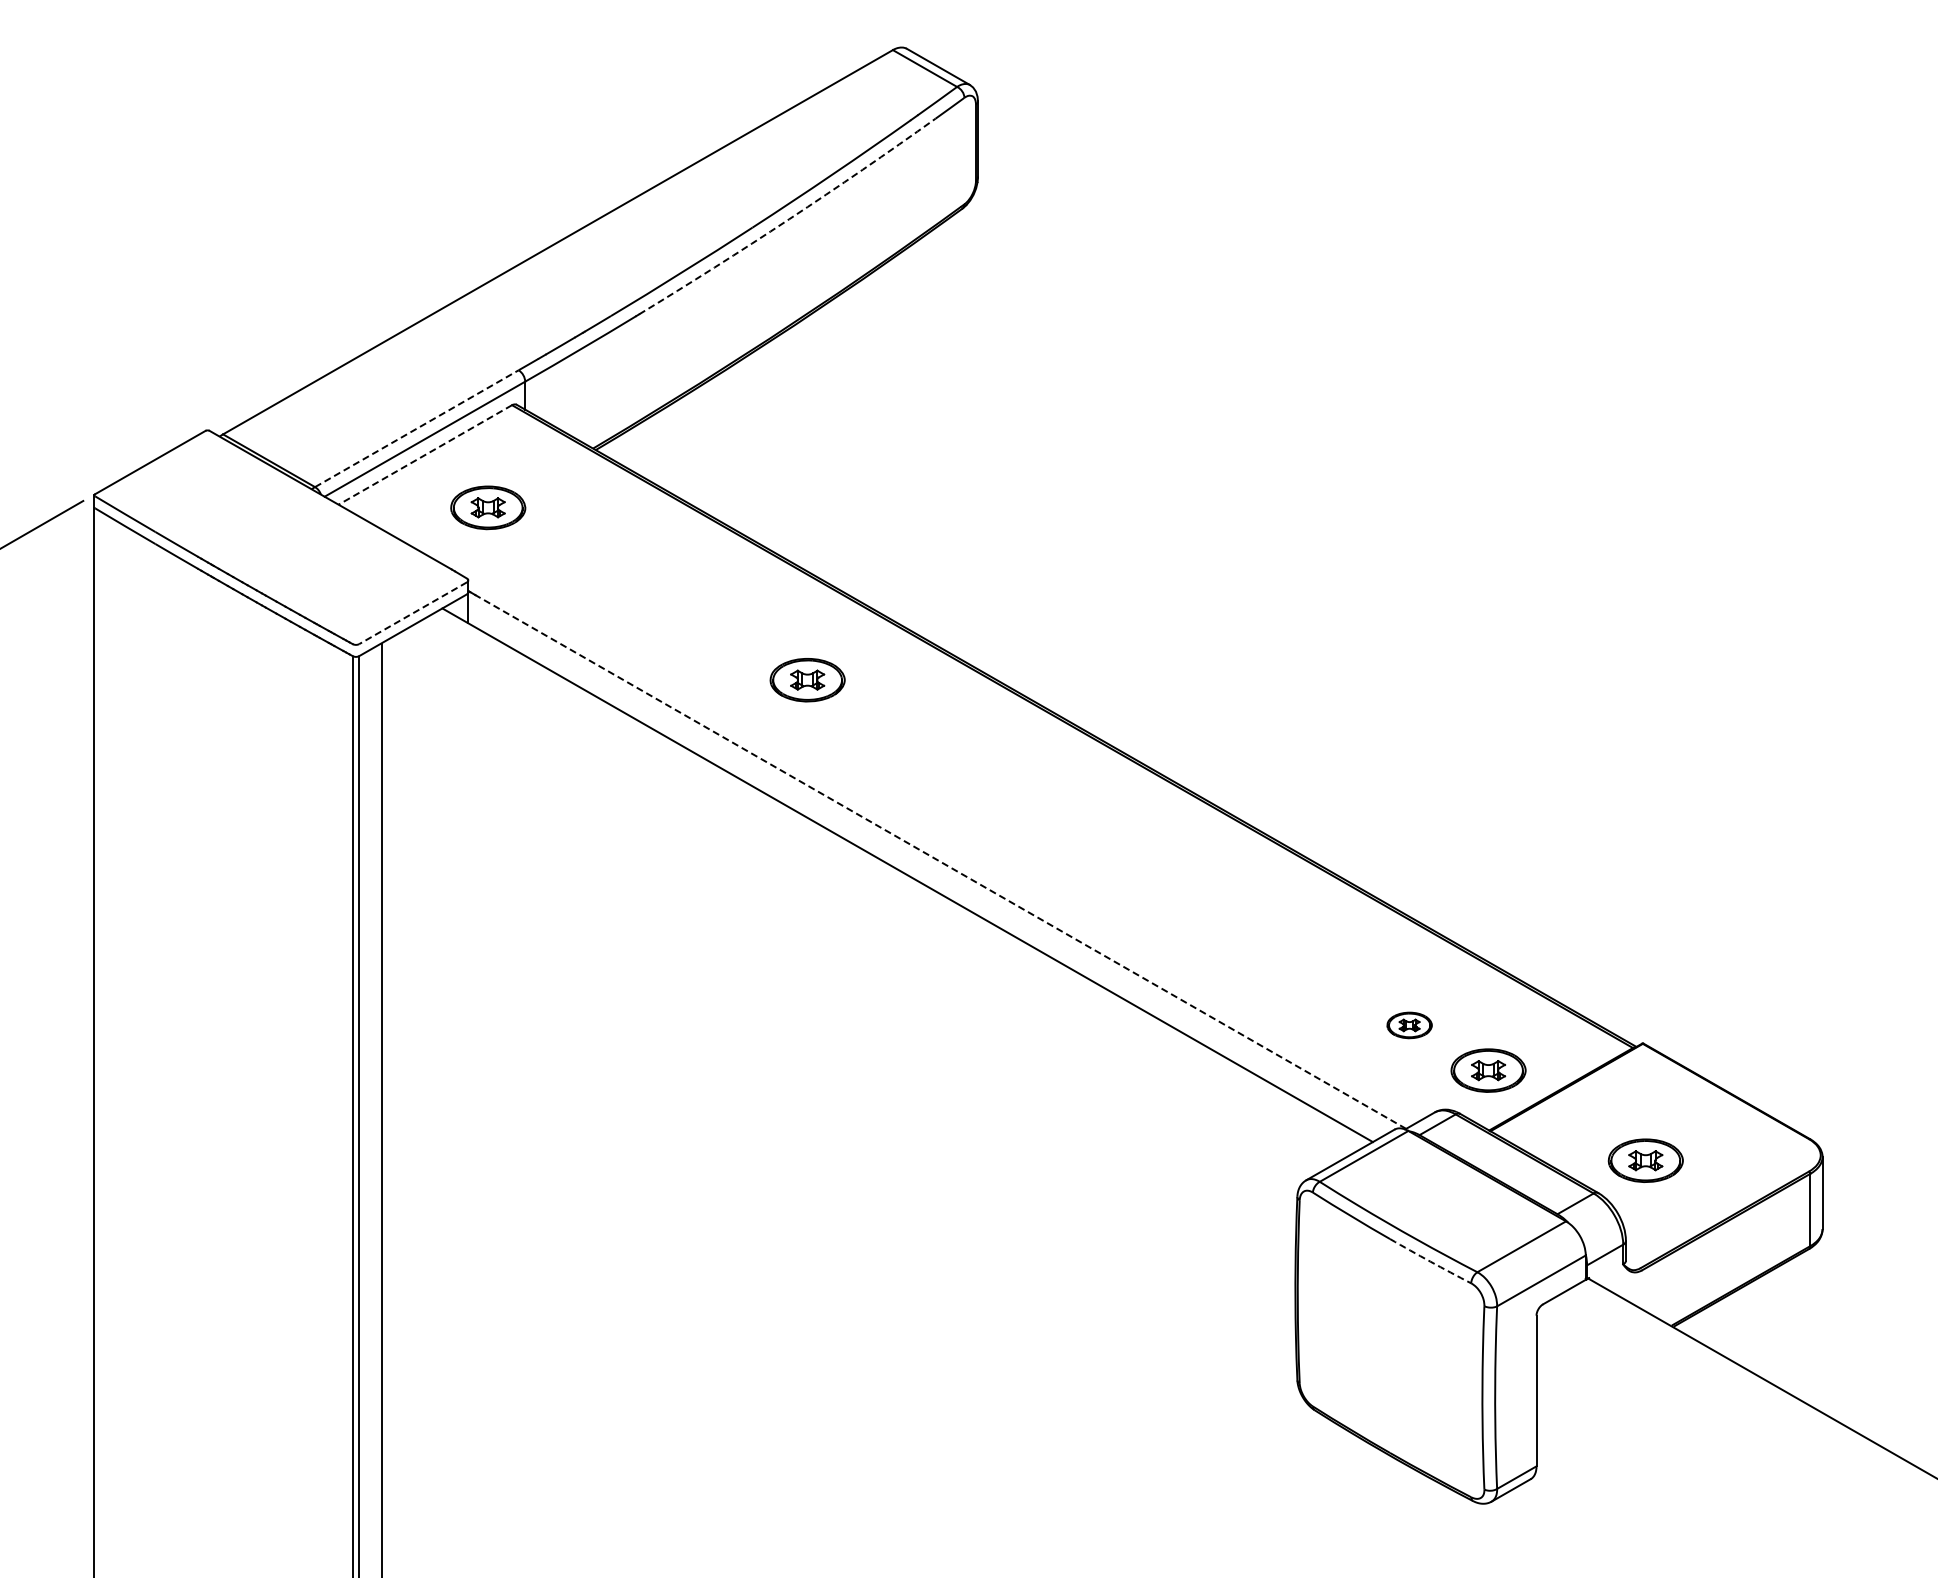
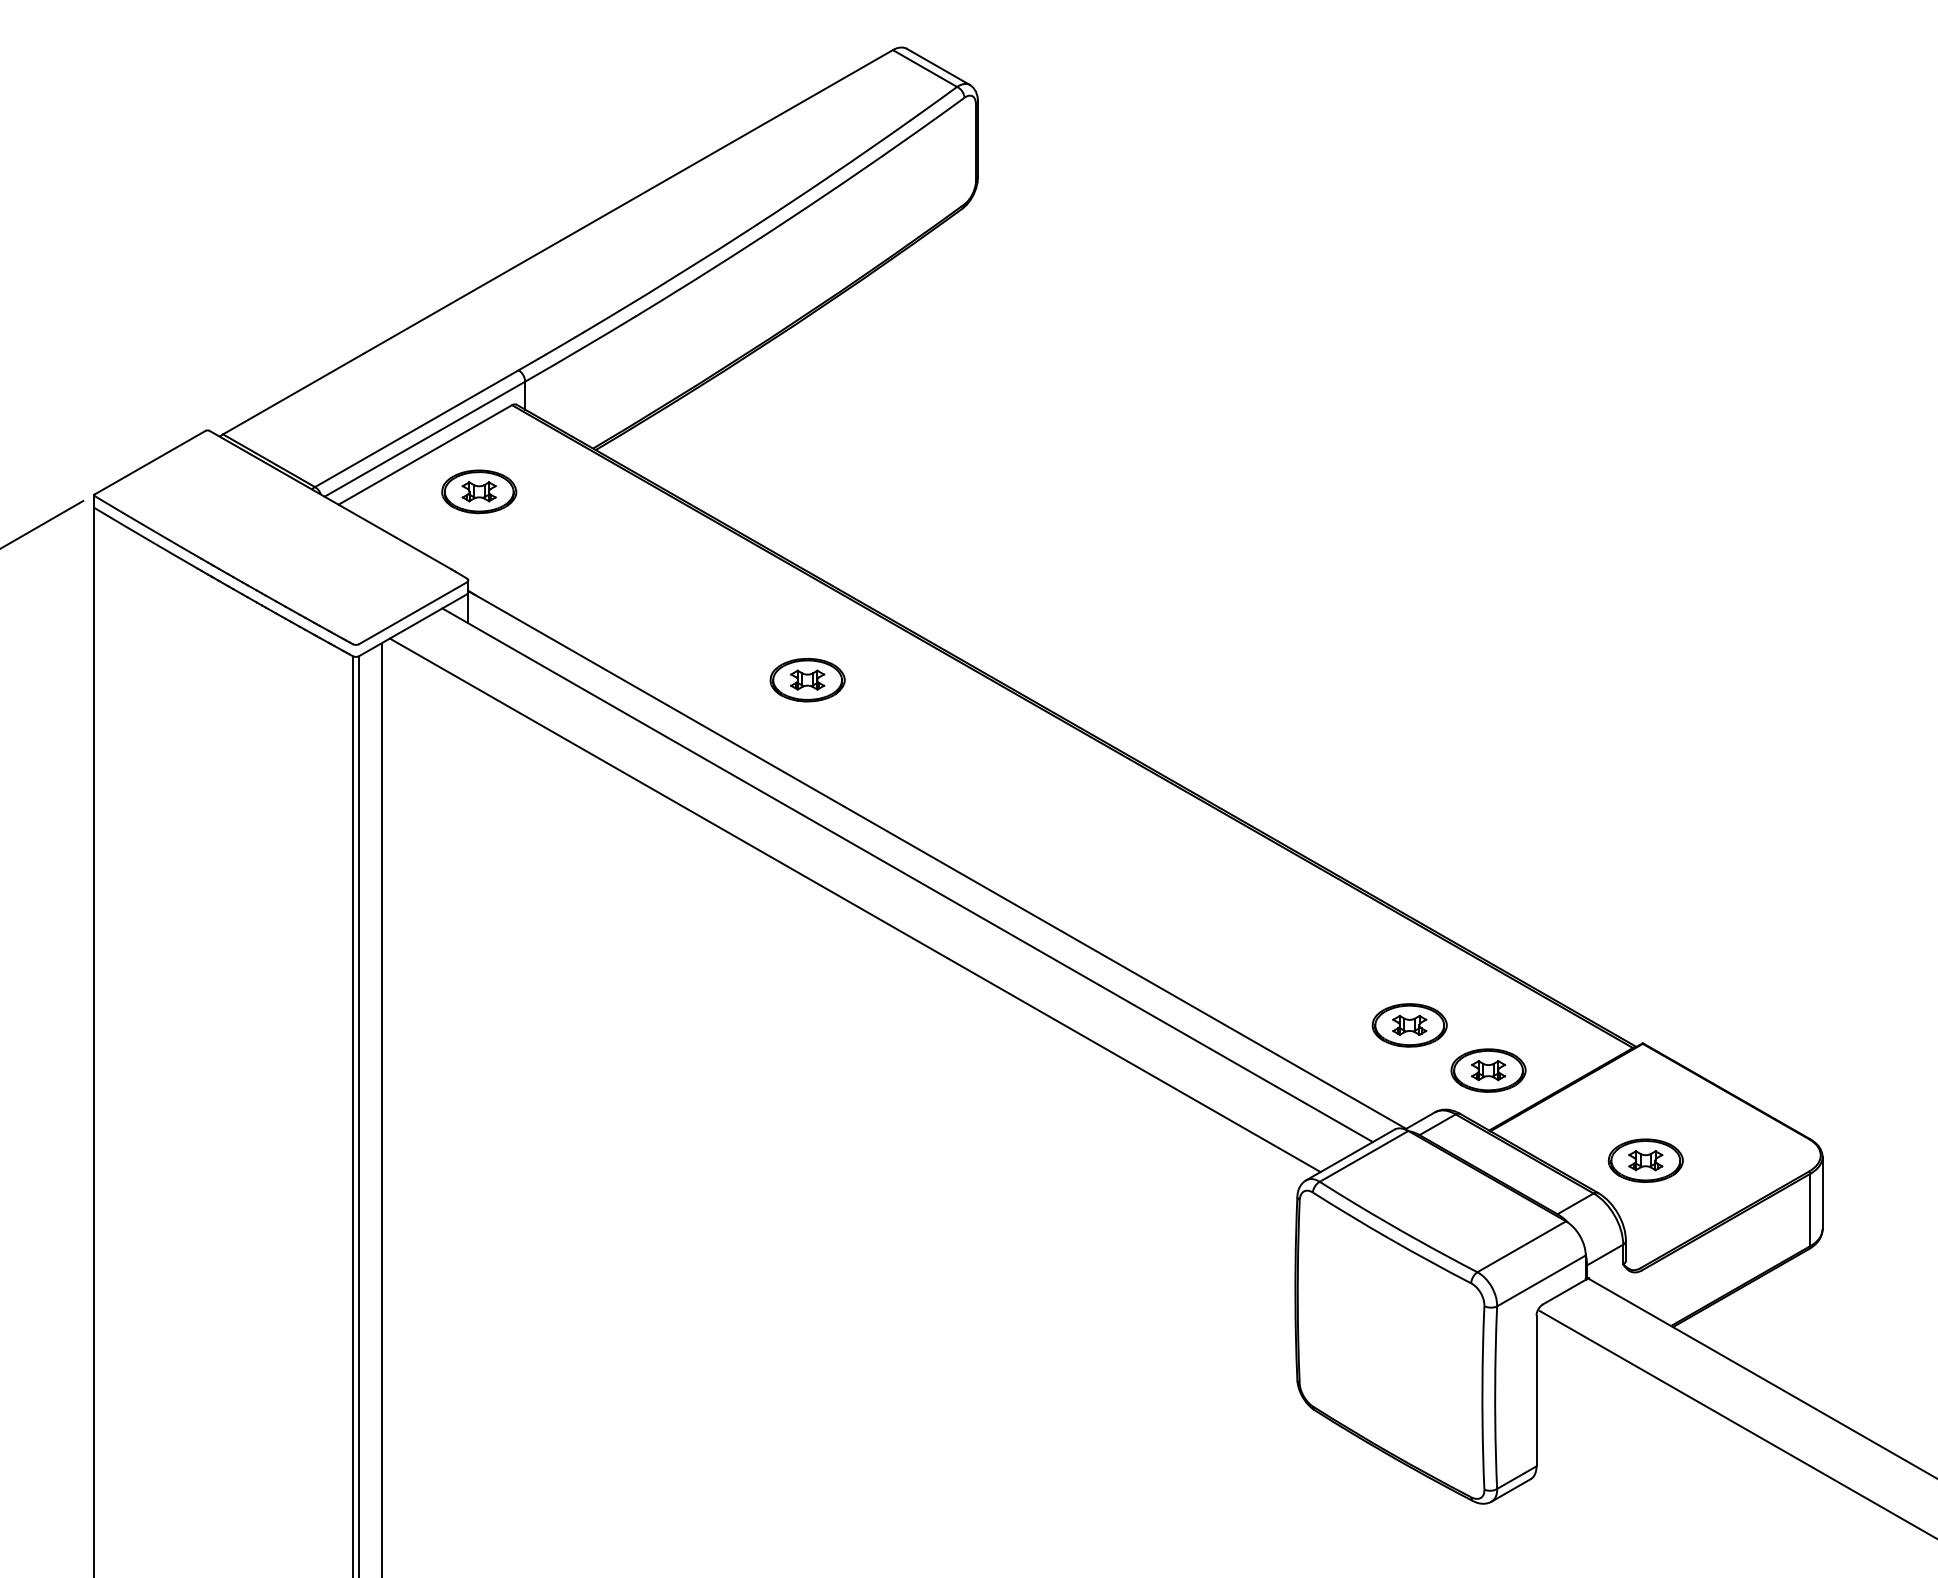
arc at (789, 219): dashed -> solid
line at (417, 428): dashed -> solid
line at (425, 454): dashed -> solid
part at (488, 507) position: (488, 507) -> (479, 491)
line at (412, 613): dashed -> solid
line at (937, 859): dashed -> solid
line at (854, 905): none -> present
part at (1409, 1025) size: 47x29 px -> 77x45 px
arc at (1430, 1261): dashed -> solid
line at (1736, 1424): none -> present
